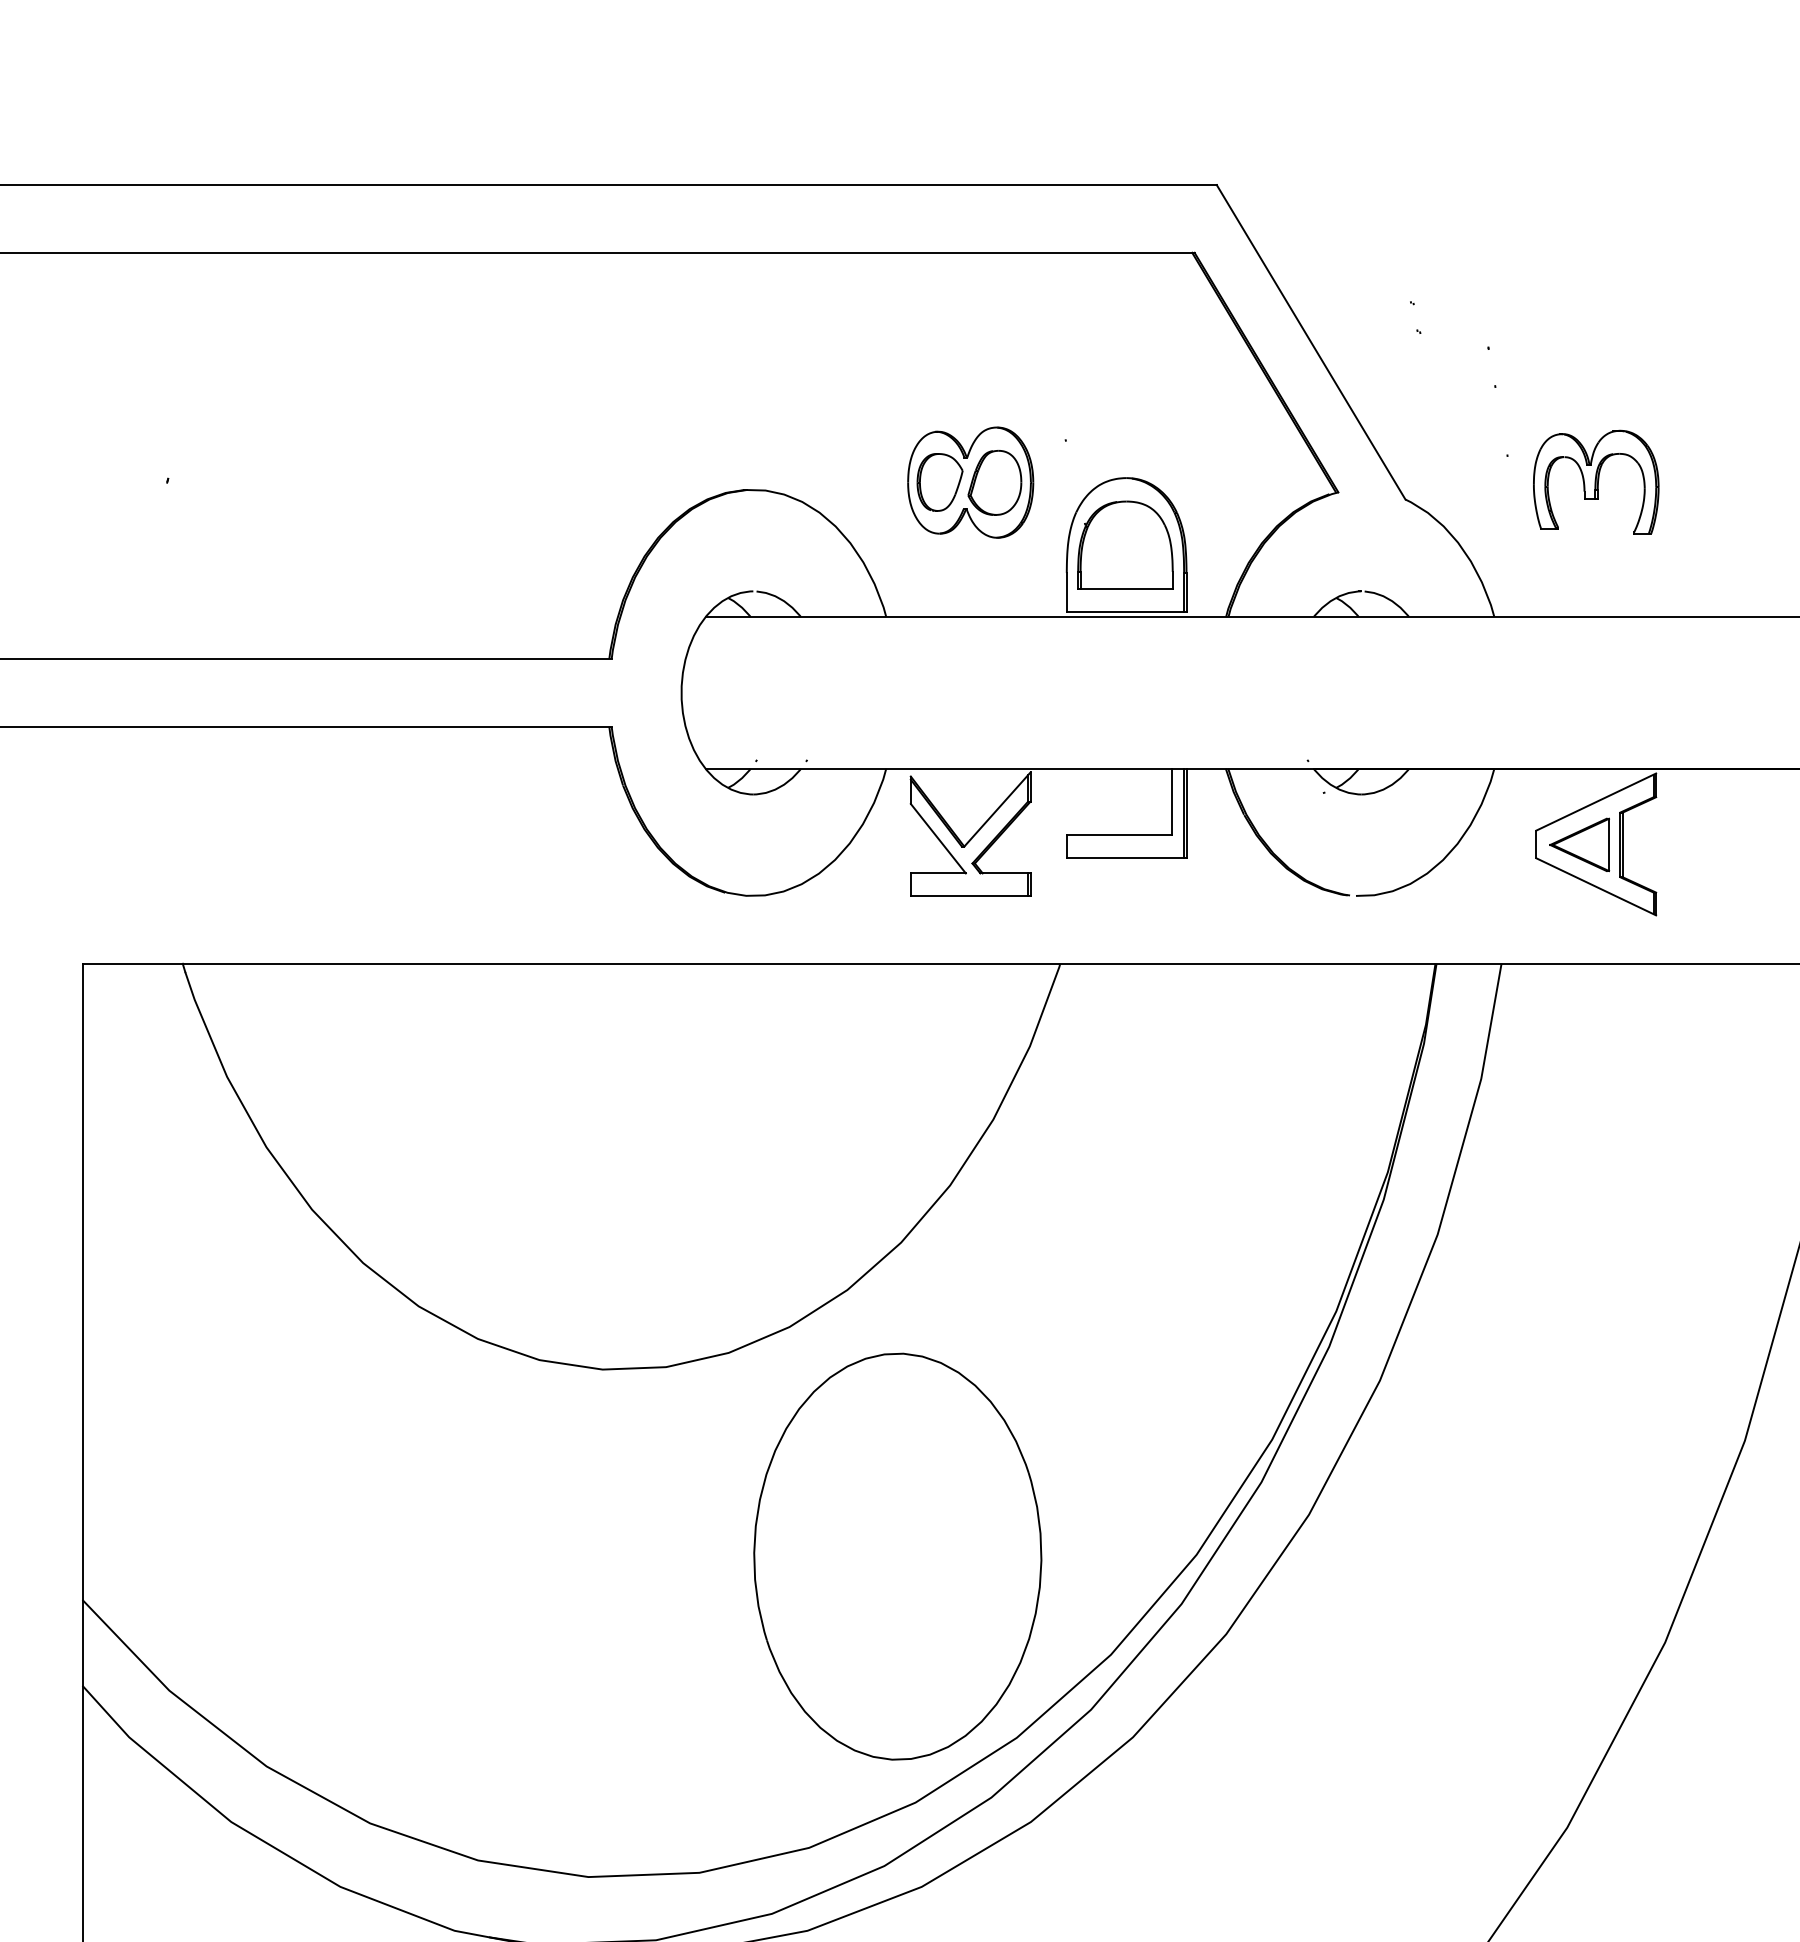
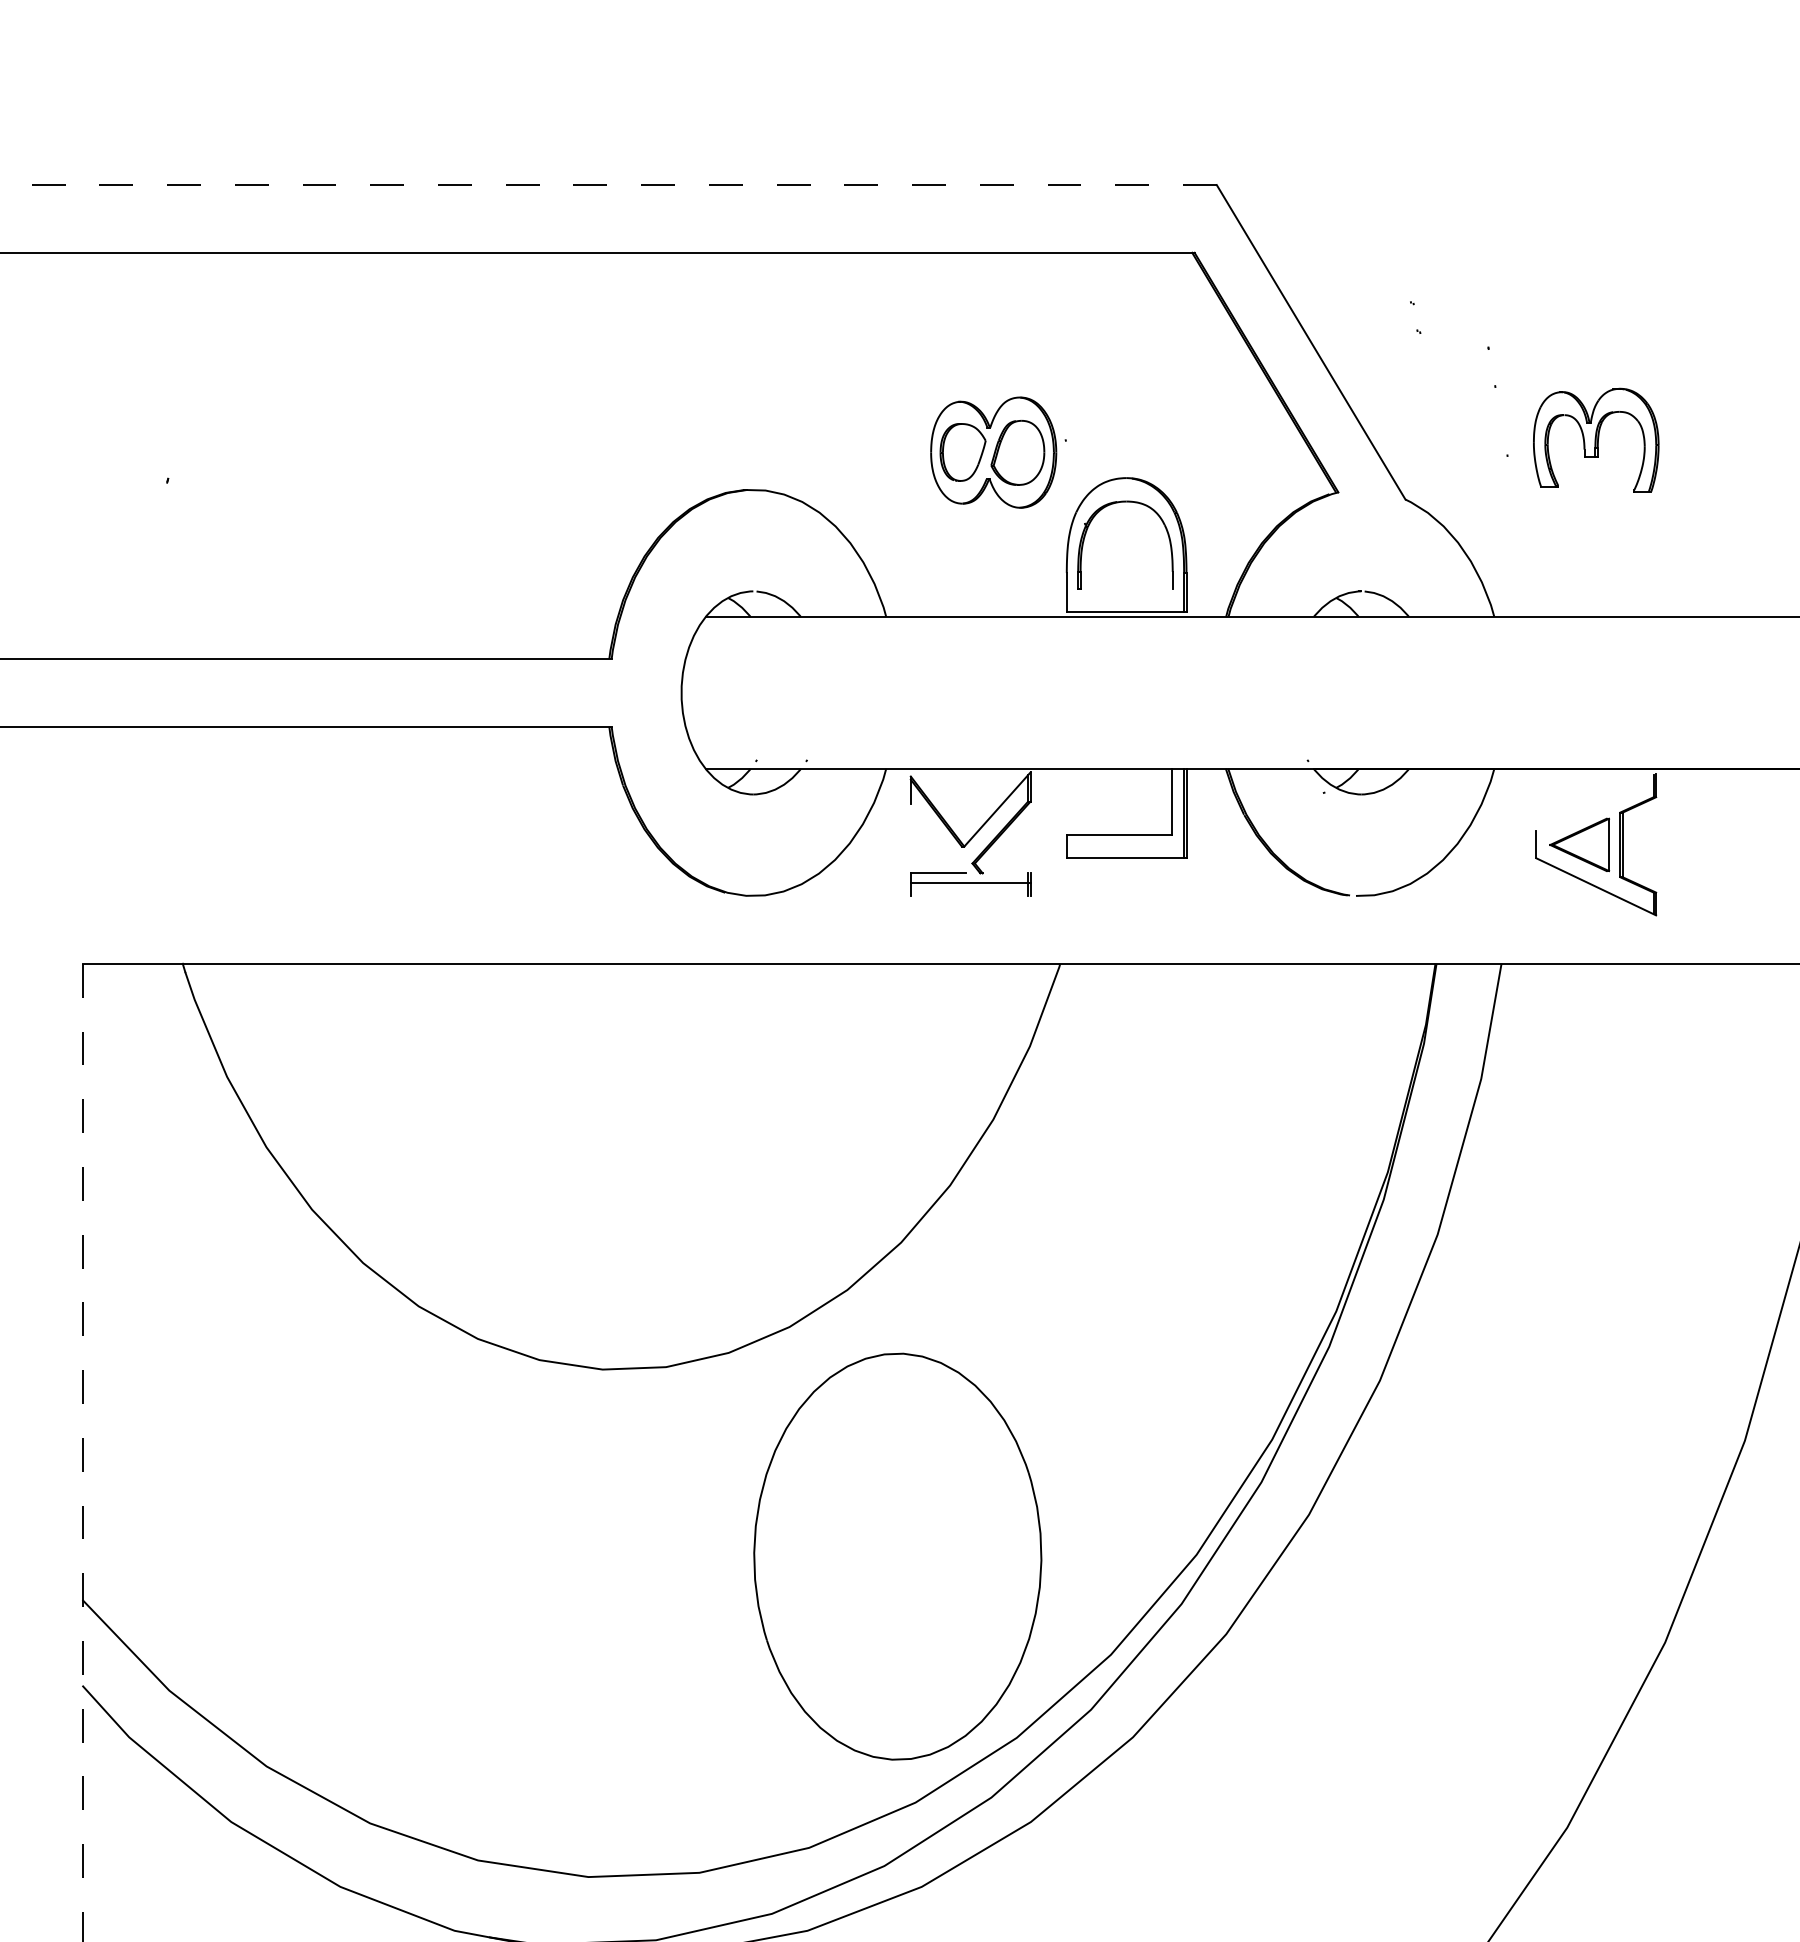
line at (608, 185): solid -> dashed
part at (1596, 481) position: (1596, 481) -> (1596, 439)
part at (970, 482) position: (970, 482) -> (993, 452)
line at (1126, 589): present -> none
line at (1596, 801): present -> none
line at (937, 838): present -> none
line at (1006, 873): present -> none
line at (970, 895) position: (970, 895) -> (970, 882)
line at (82, 1452): solid -> dashed
